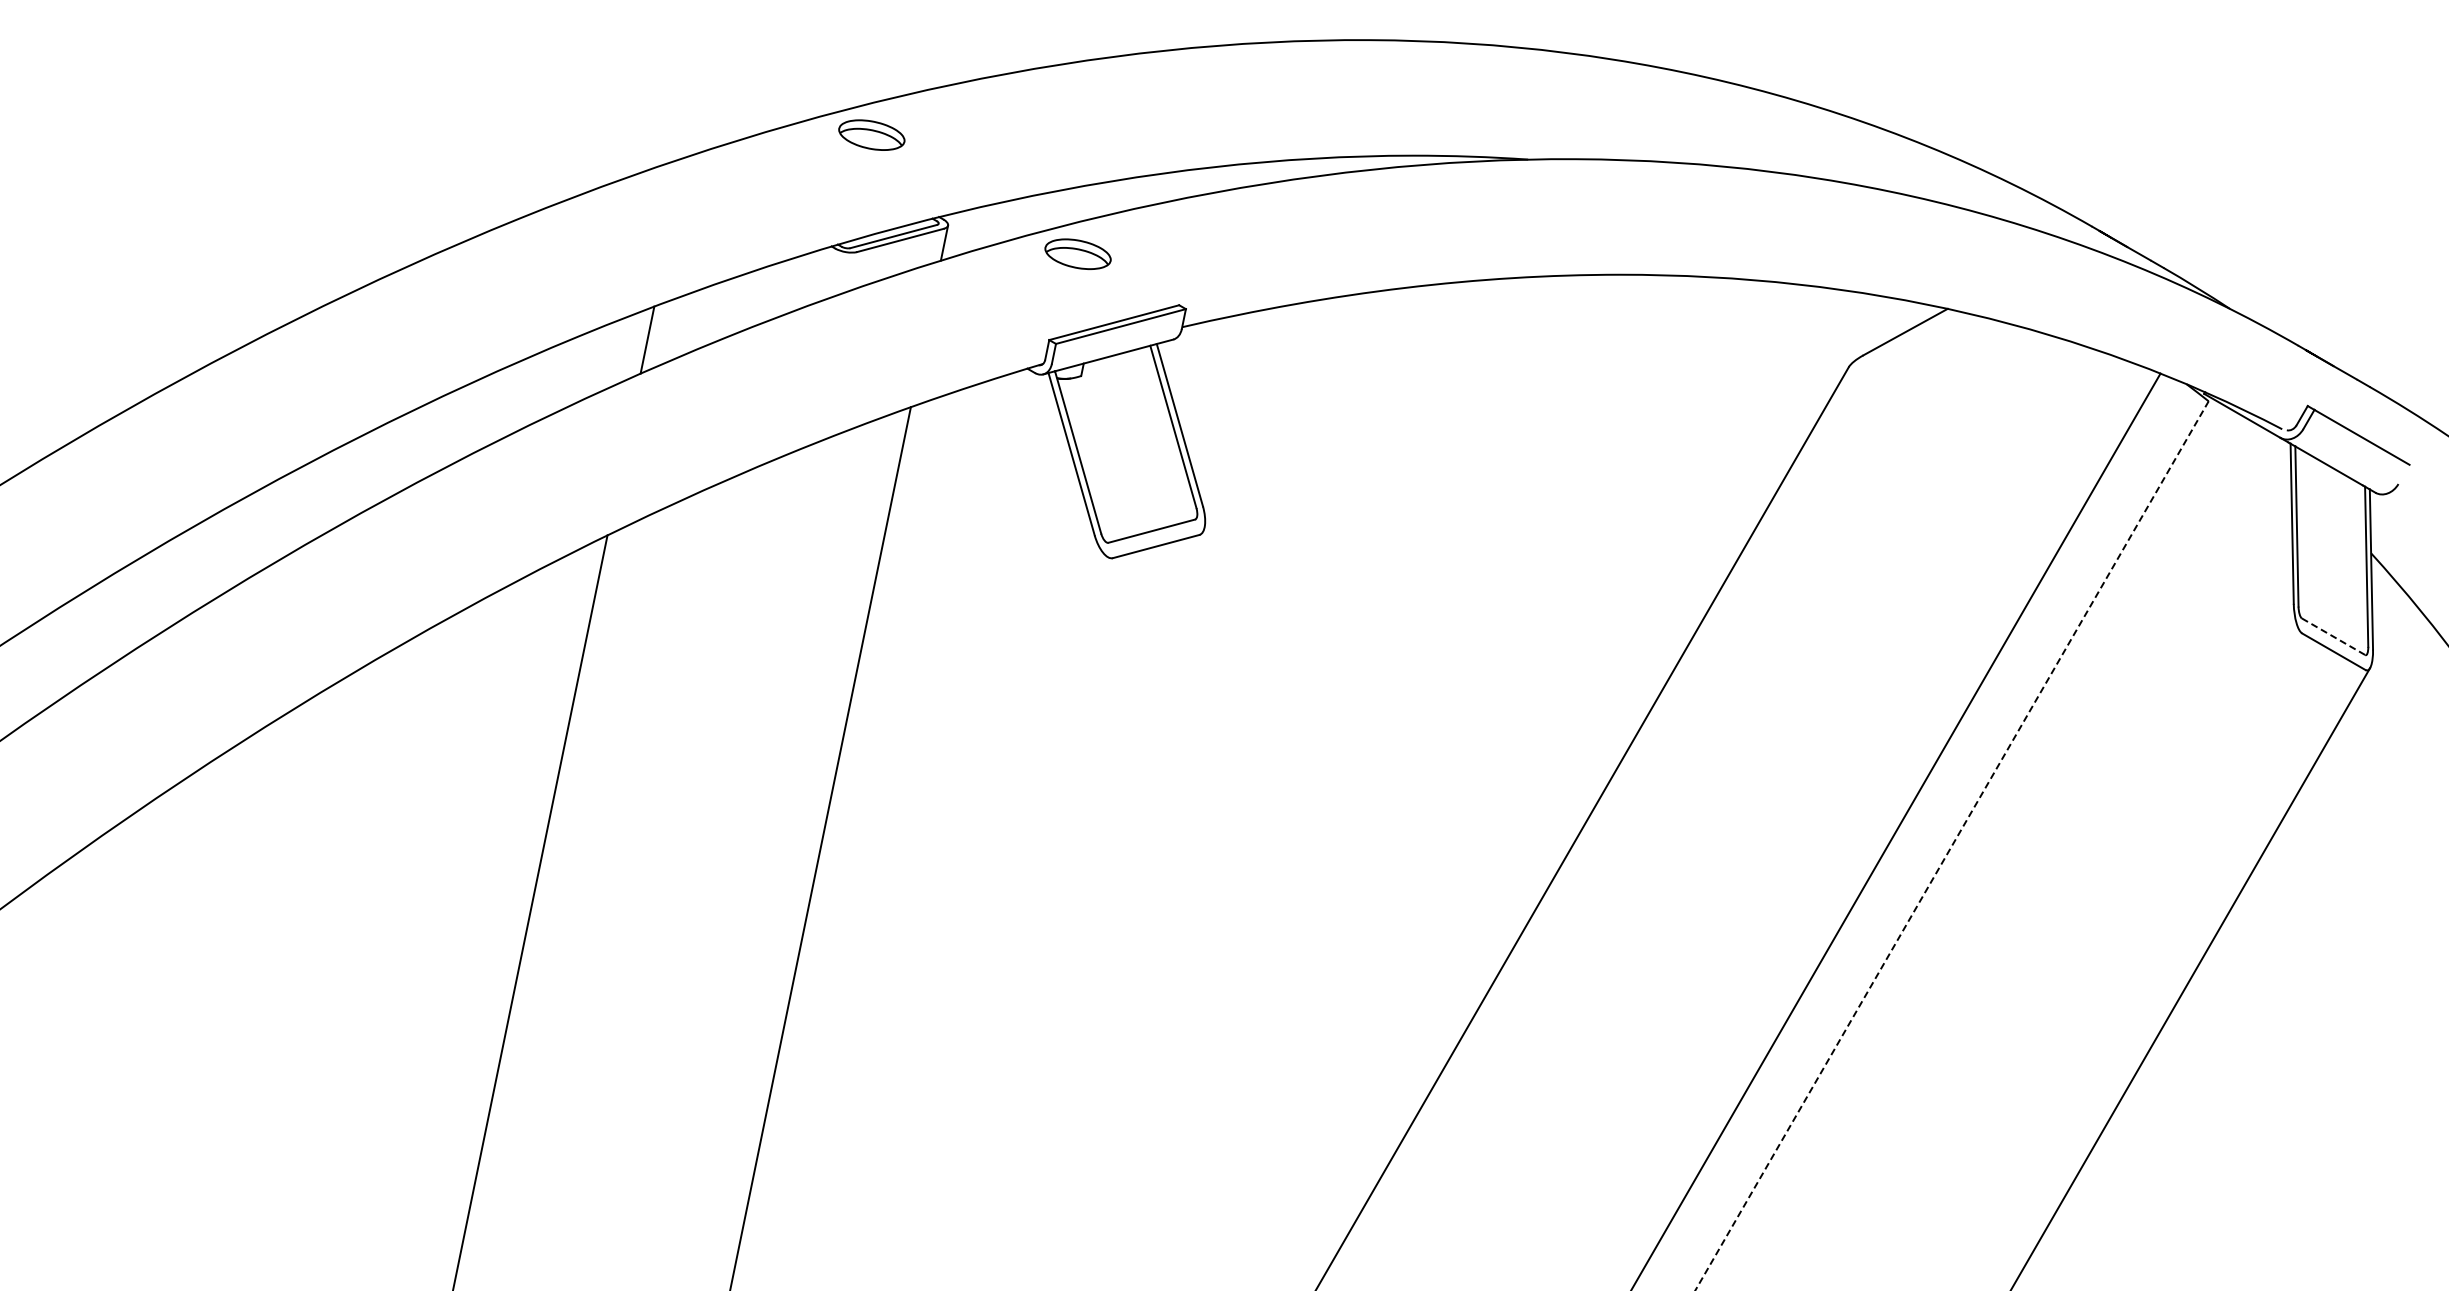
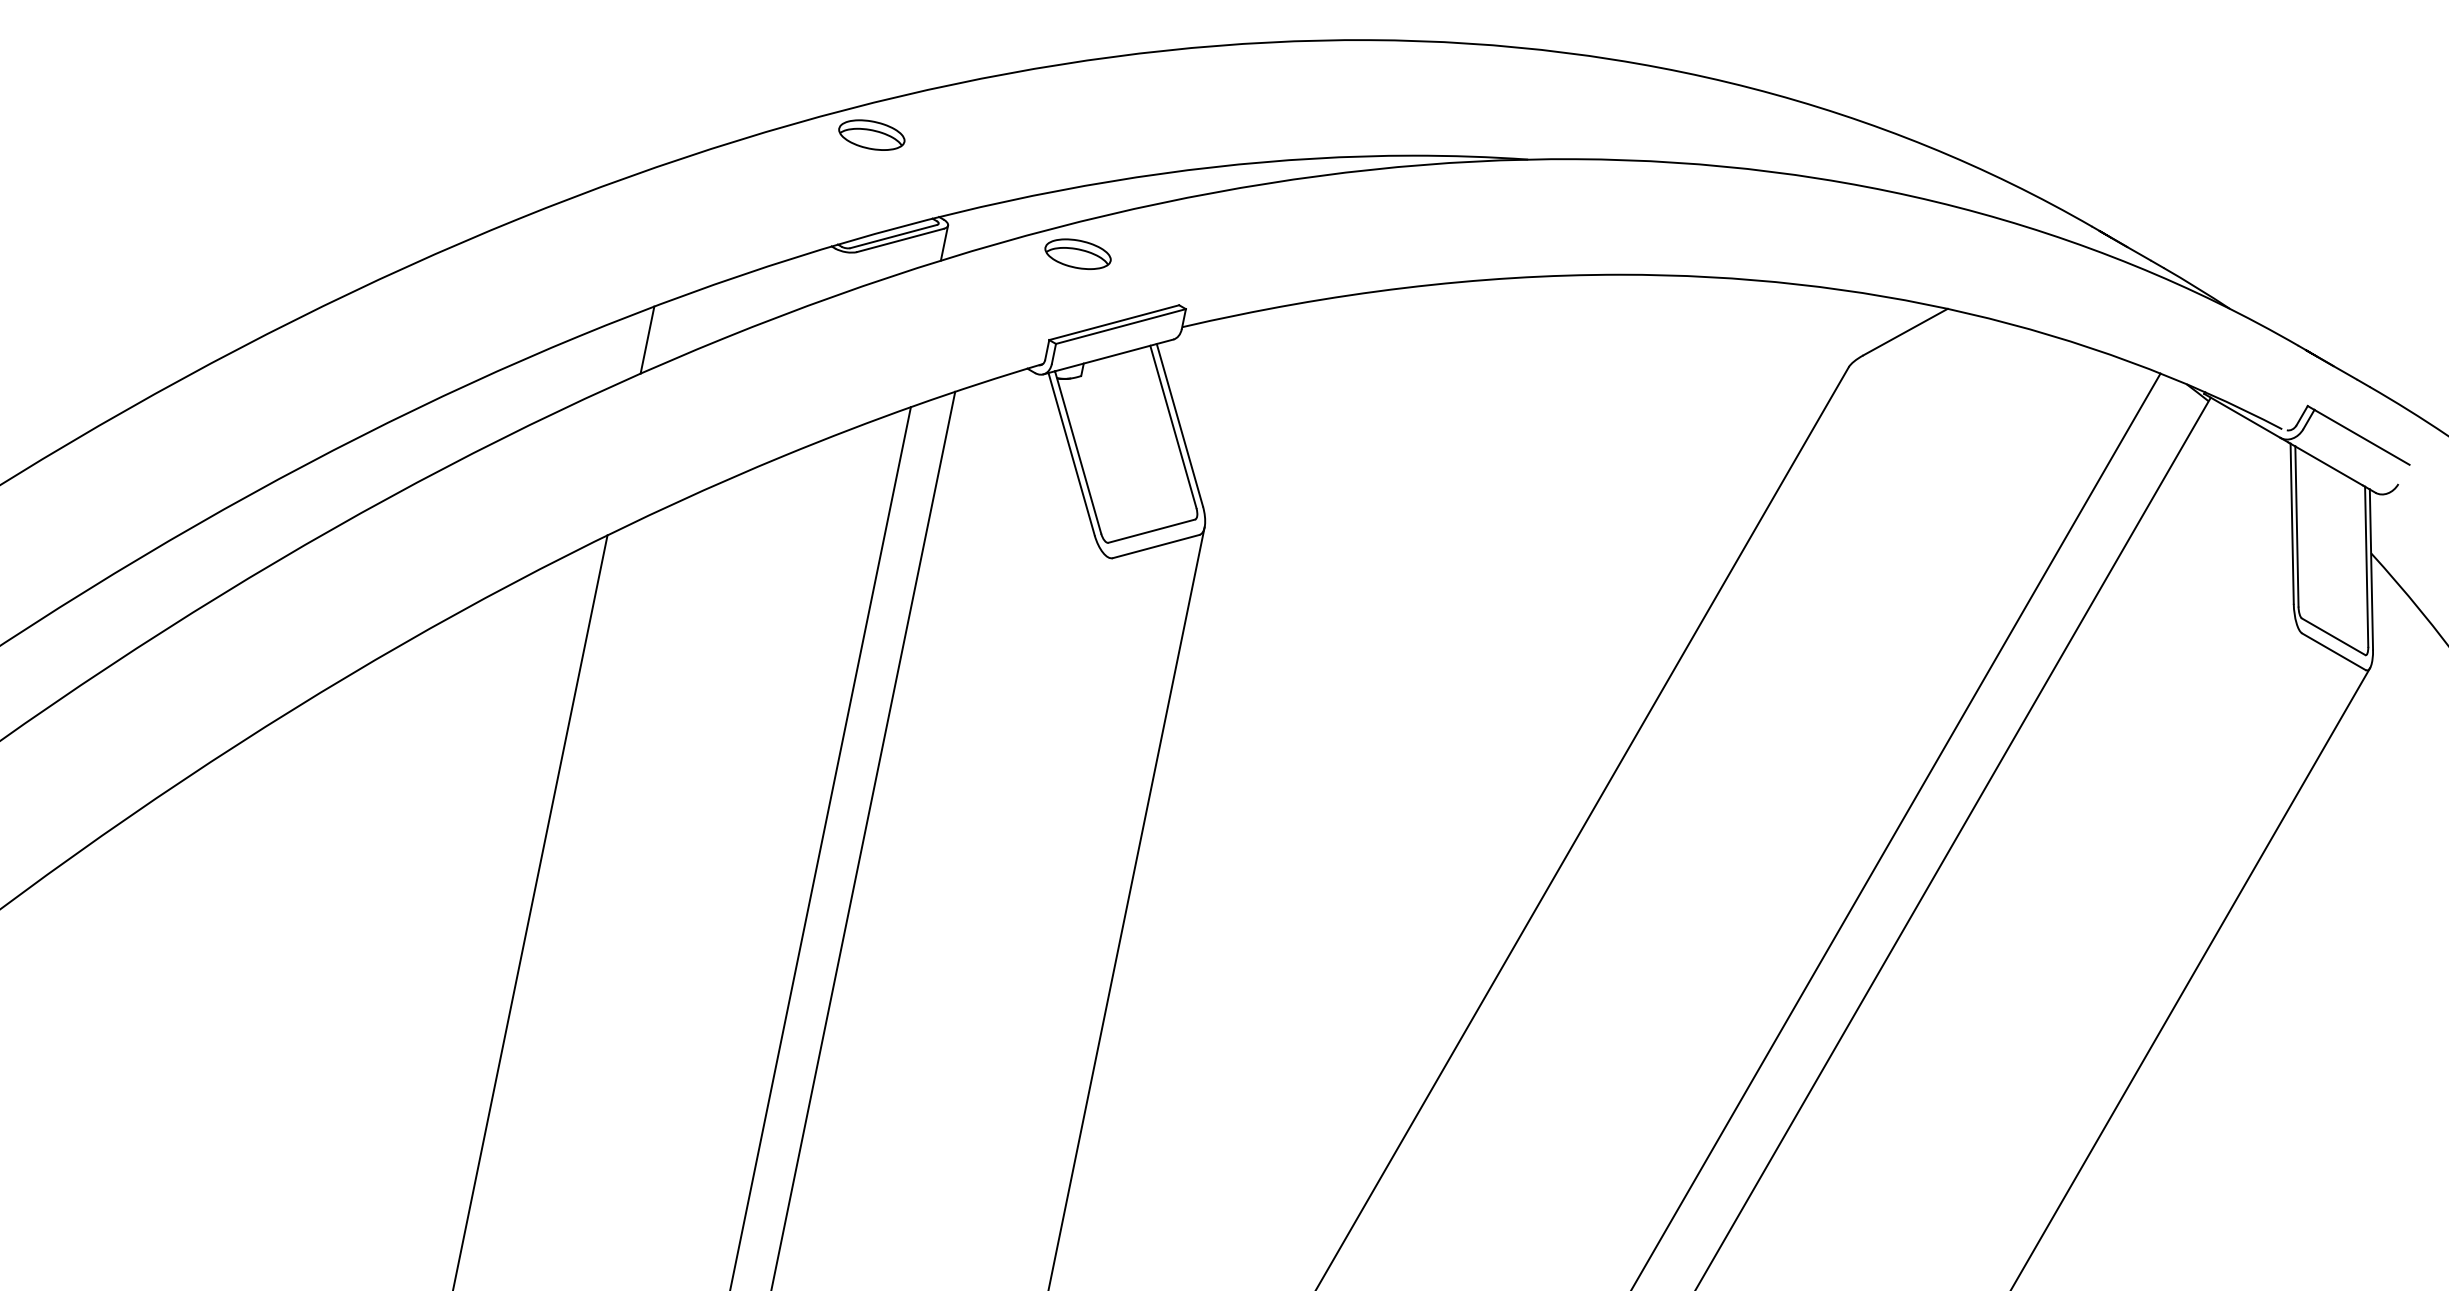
line at (2333, 636): dashed -> solid
line at (863, 839): none -> present
line at (1952, 844): dashed -> solid
line at (1126, 907): none -> present
